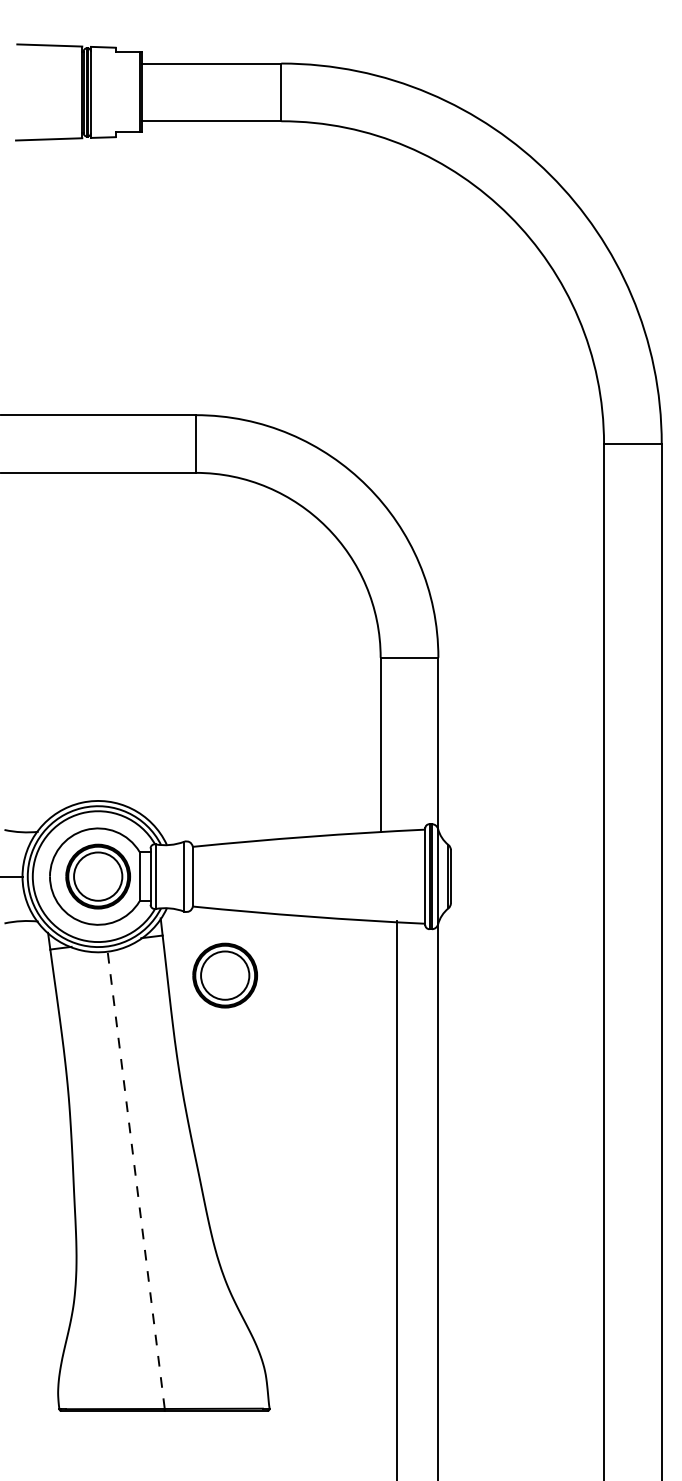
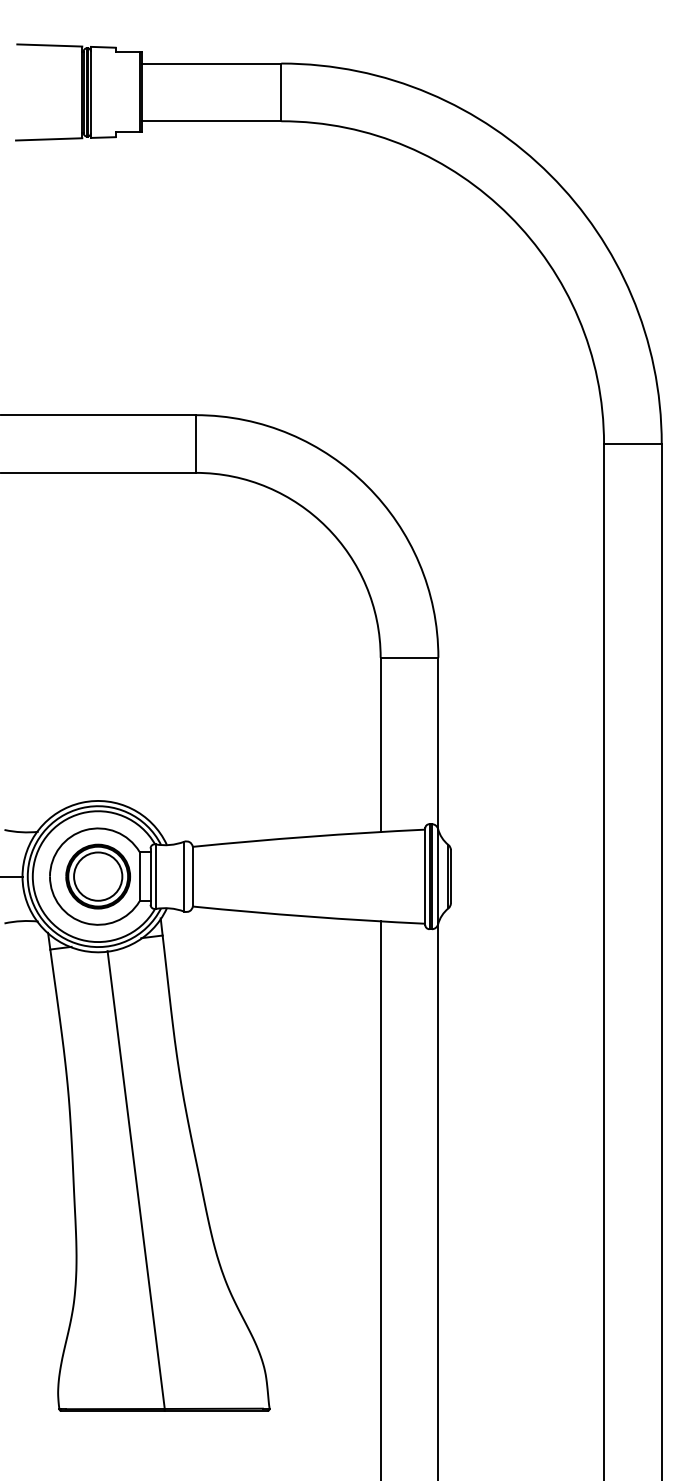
part at (224, 975): present -> none
line at (136, 1180): dashed -> solid
line at (396, 1199) position: (396, 1199) -> (380, 1199)
